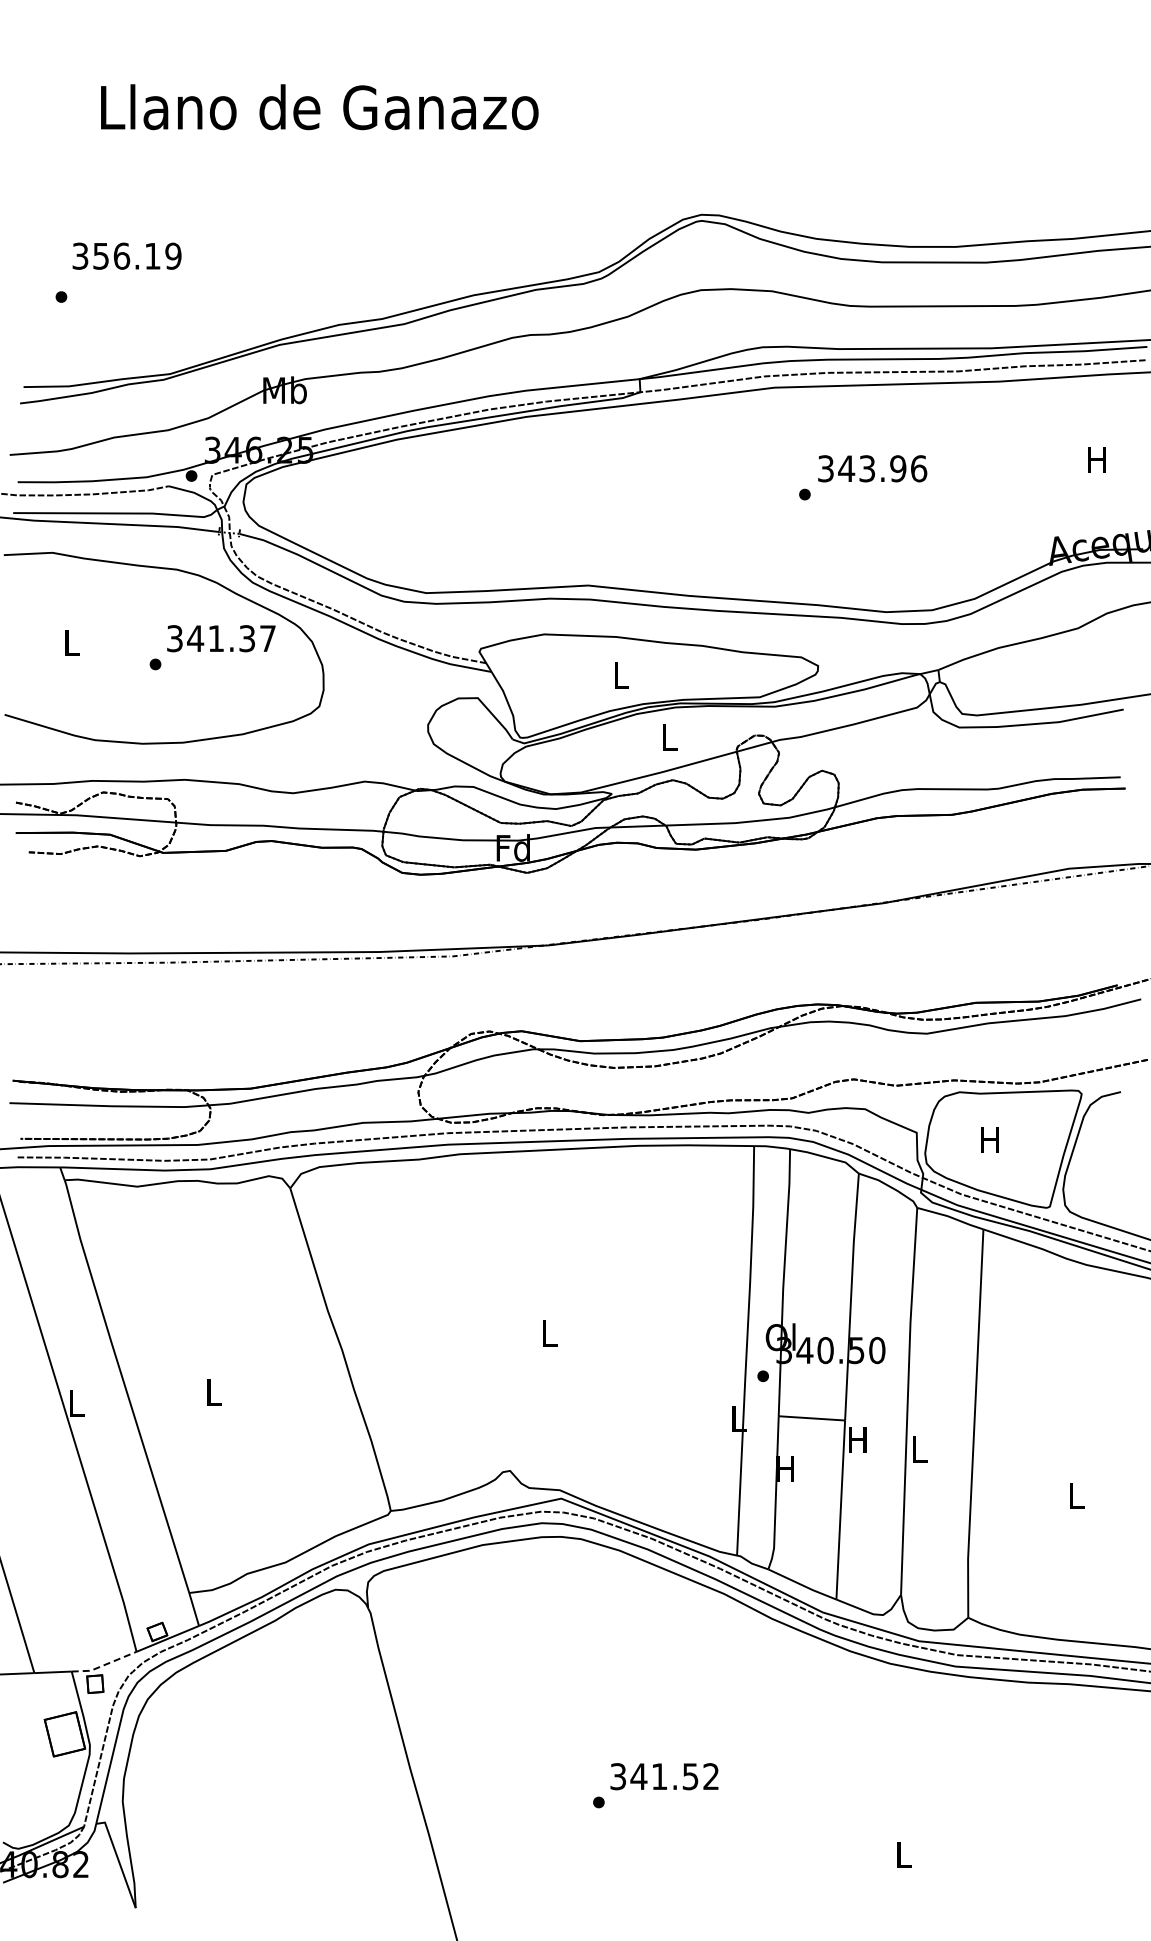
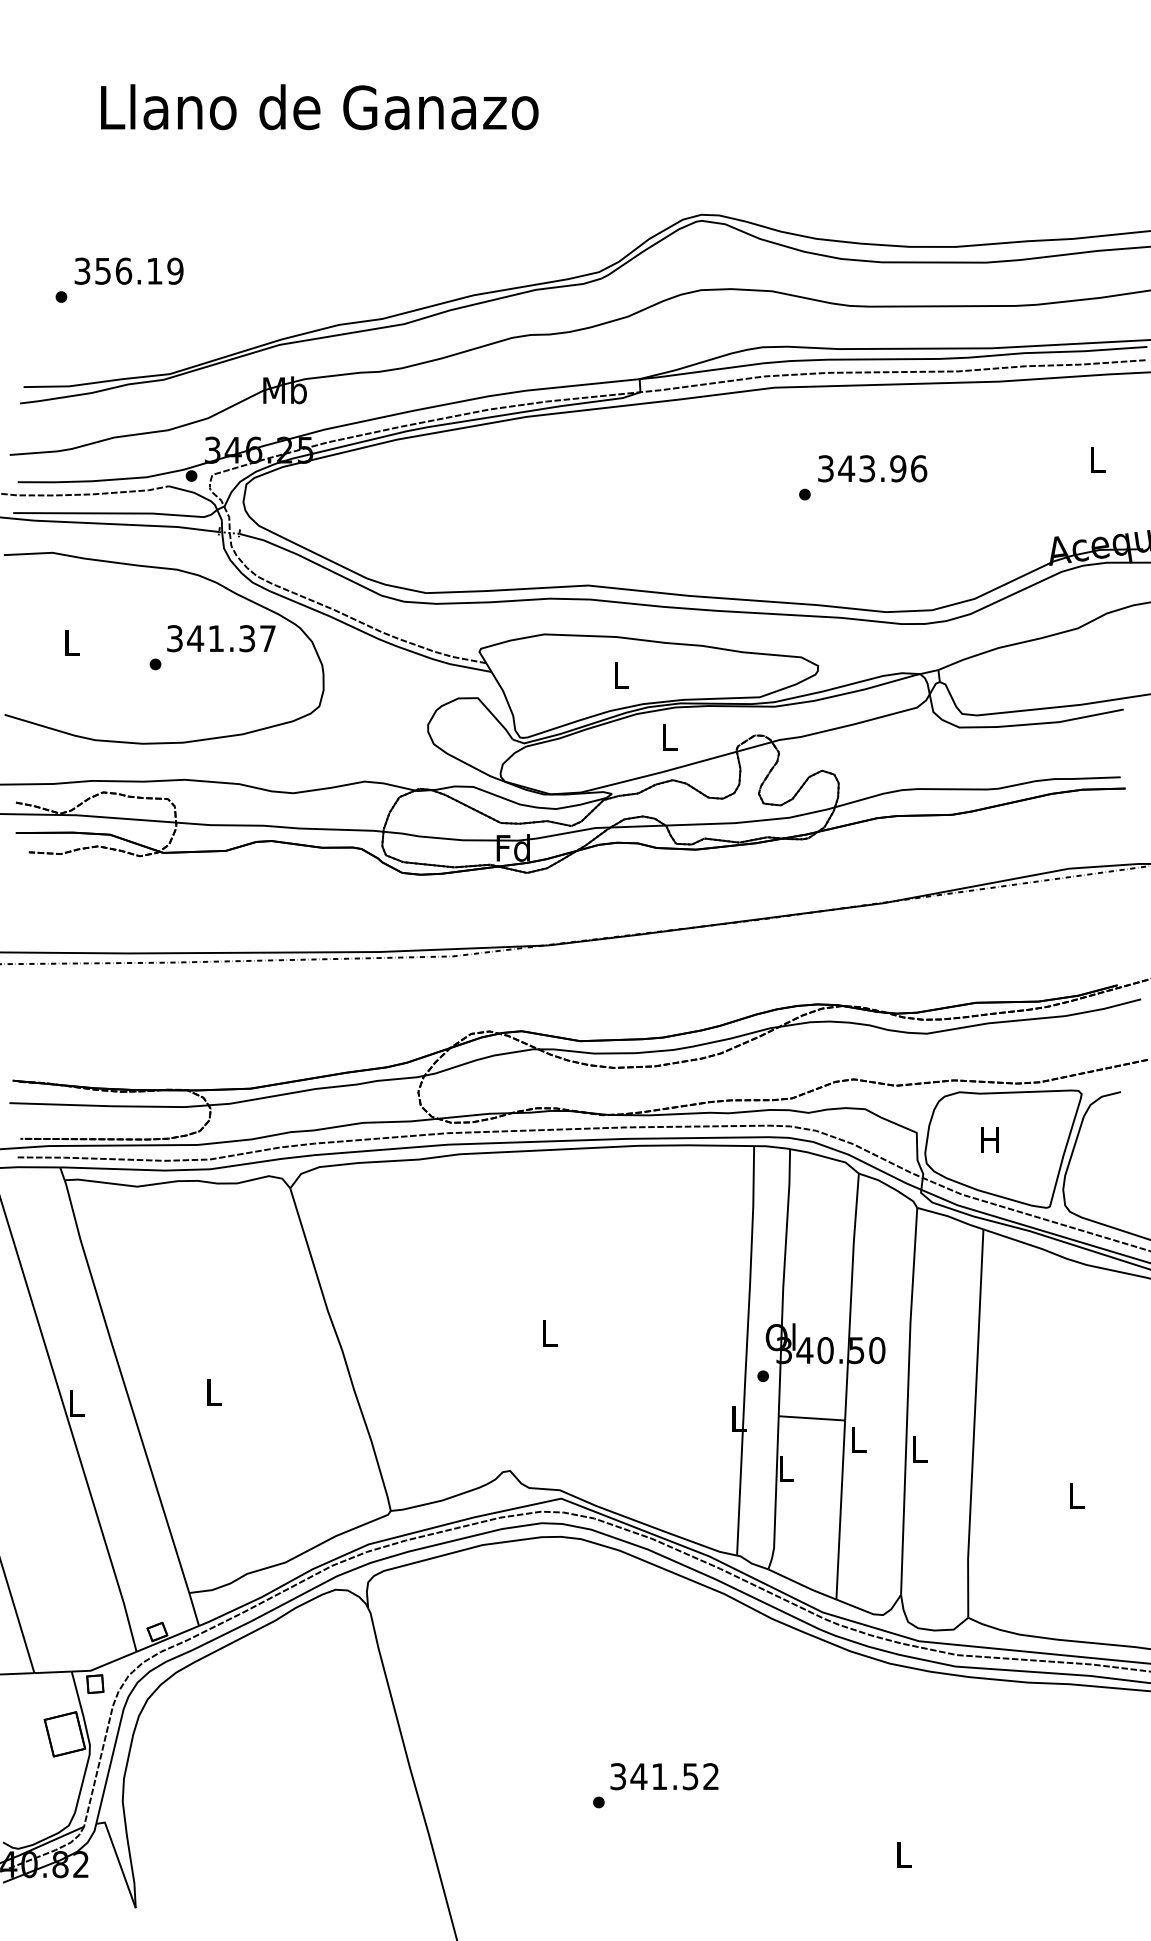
text at (126, 255) position: (126, 255) -> (128, 270)
text at (1096, 459): H -> L
text at (857, 1439): H -> L
text at (784, 1468): H -> L
line at (104, 1665): dashed -> solid
